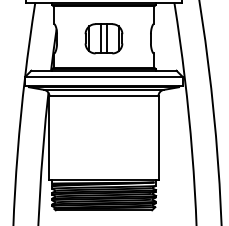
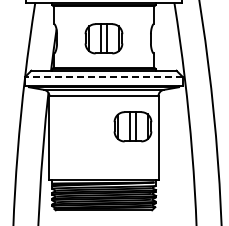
line at (103, 76): solid -> dashed
part at (132, 126): none -> present
